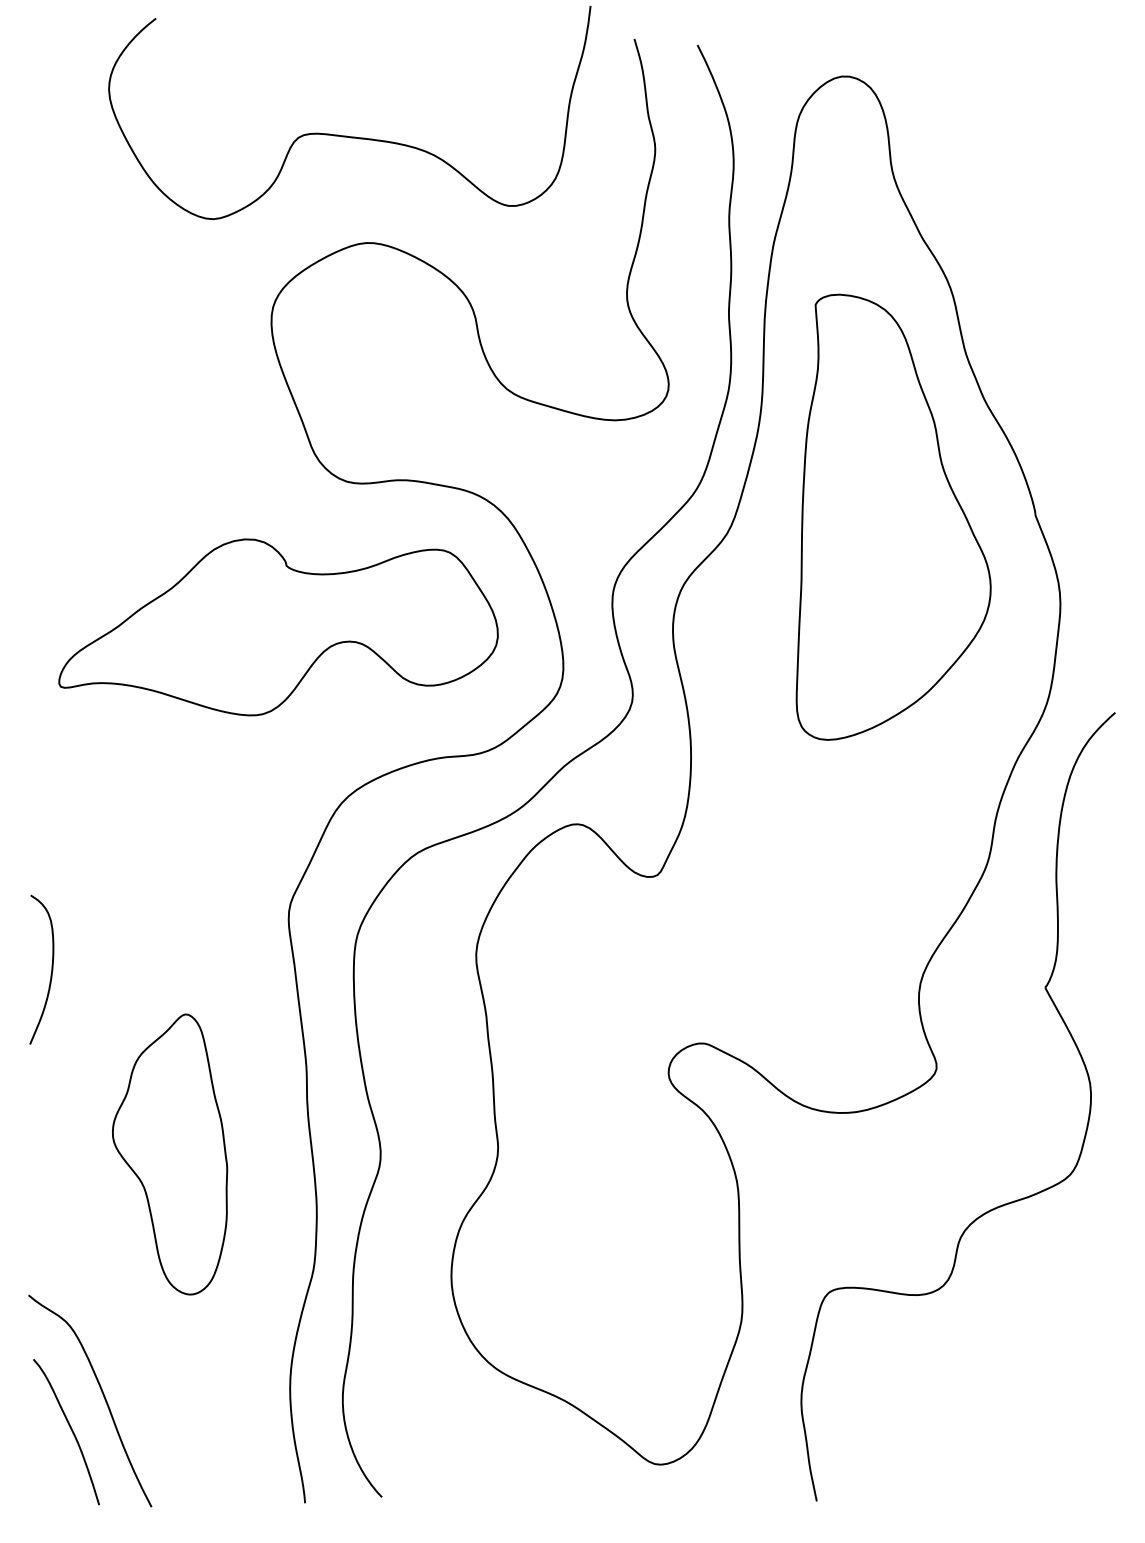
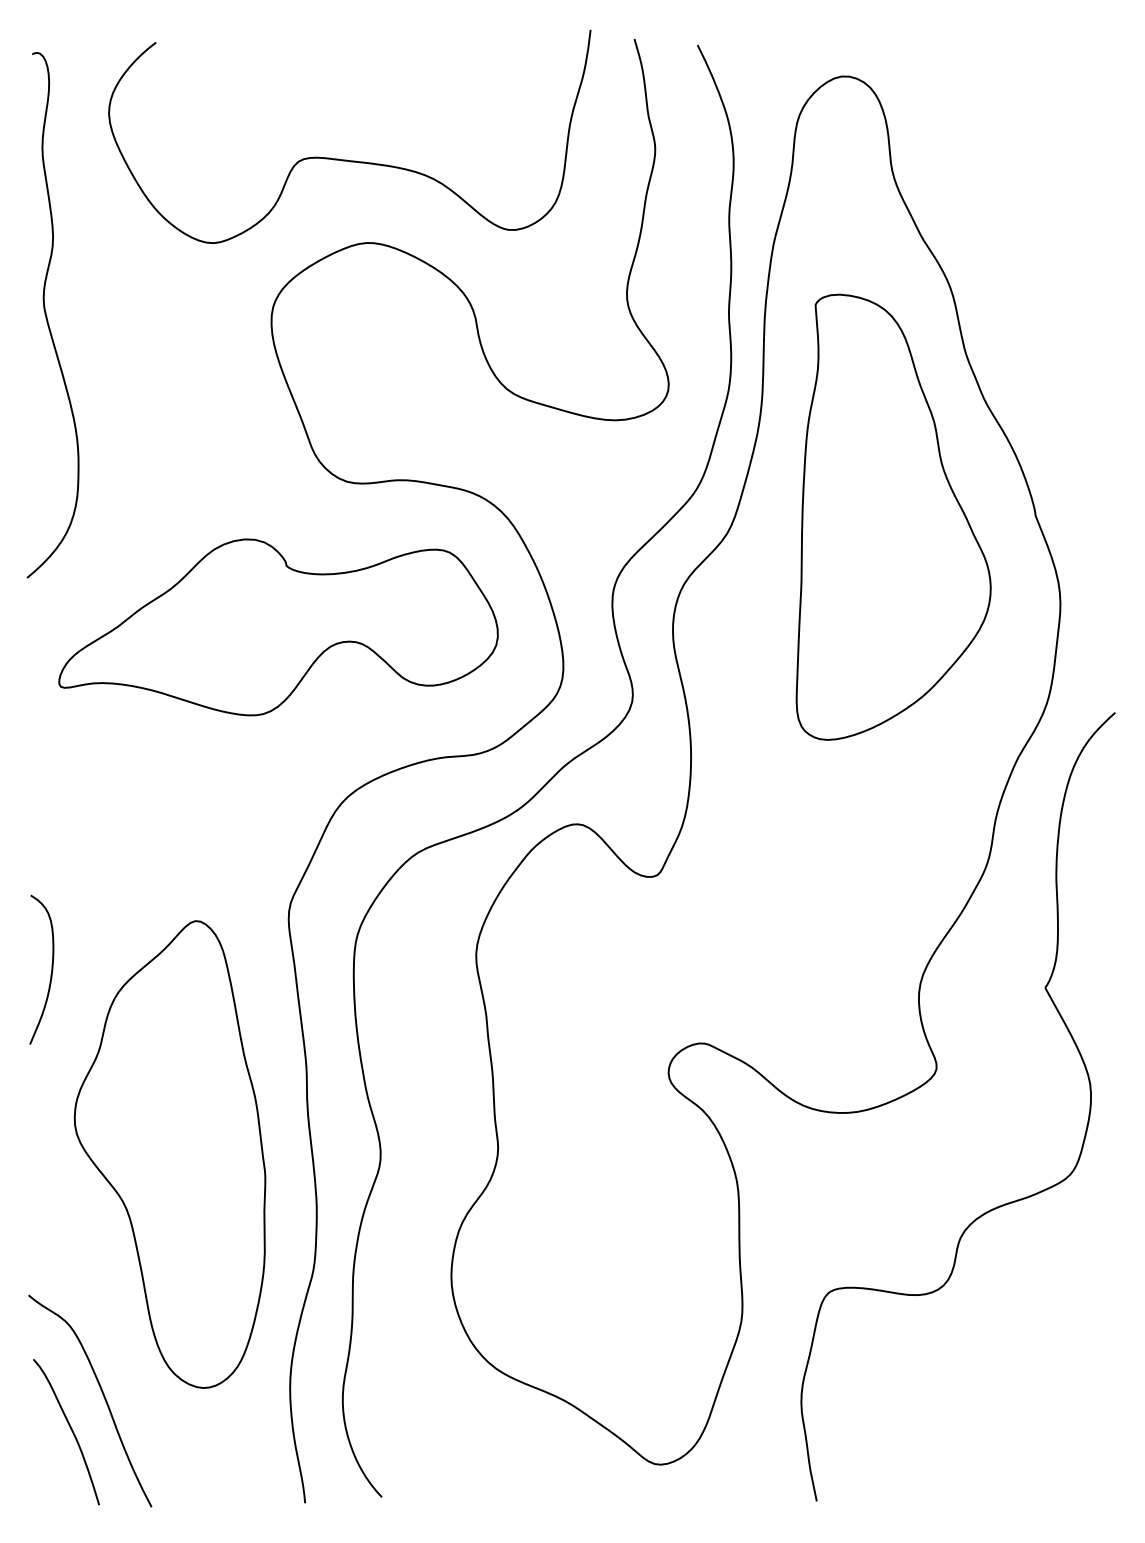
curve at (347, 135) position: (347, 135) -> (347, 159)
curve at (47, 316): none -> present
part at (170, 1154) size: 117x283 px -> 194x469 px
